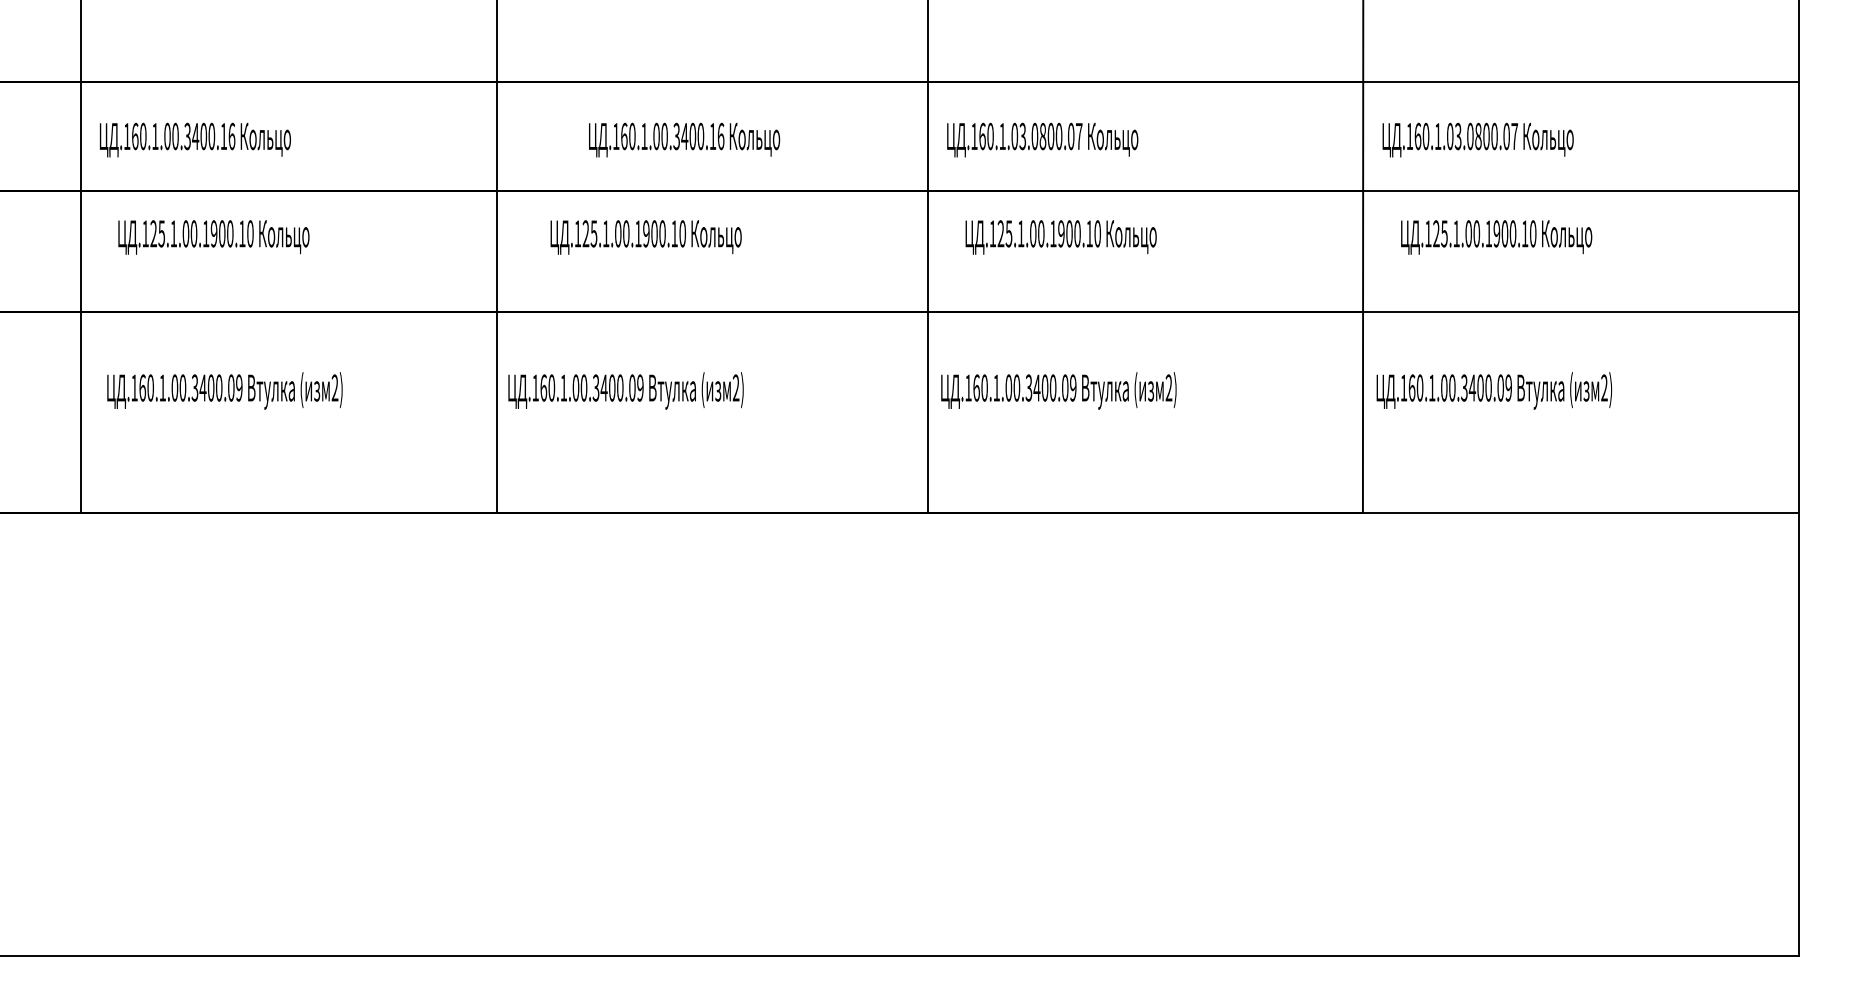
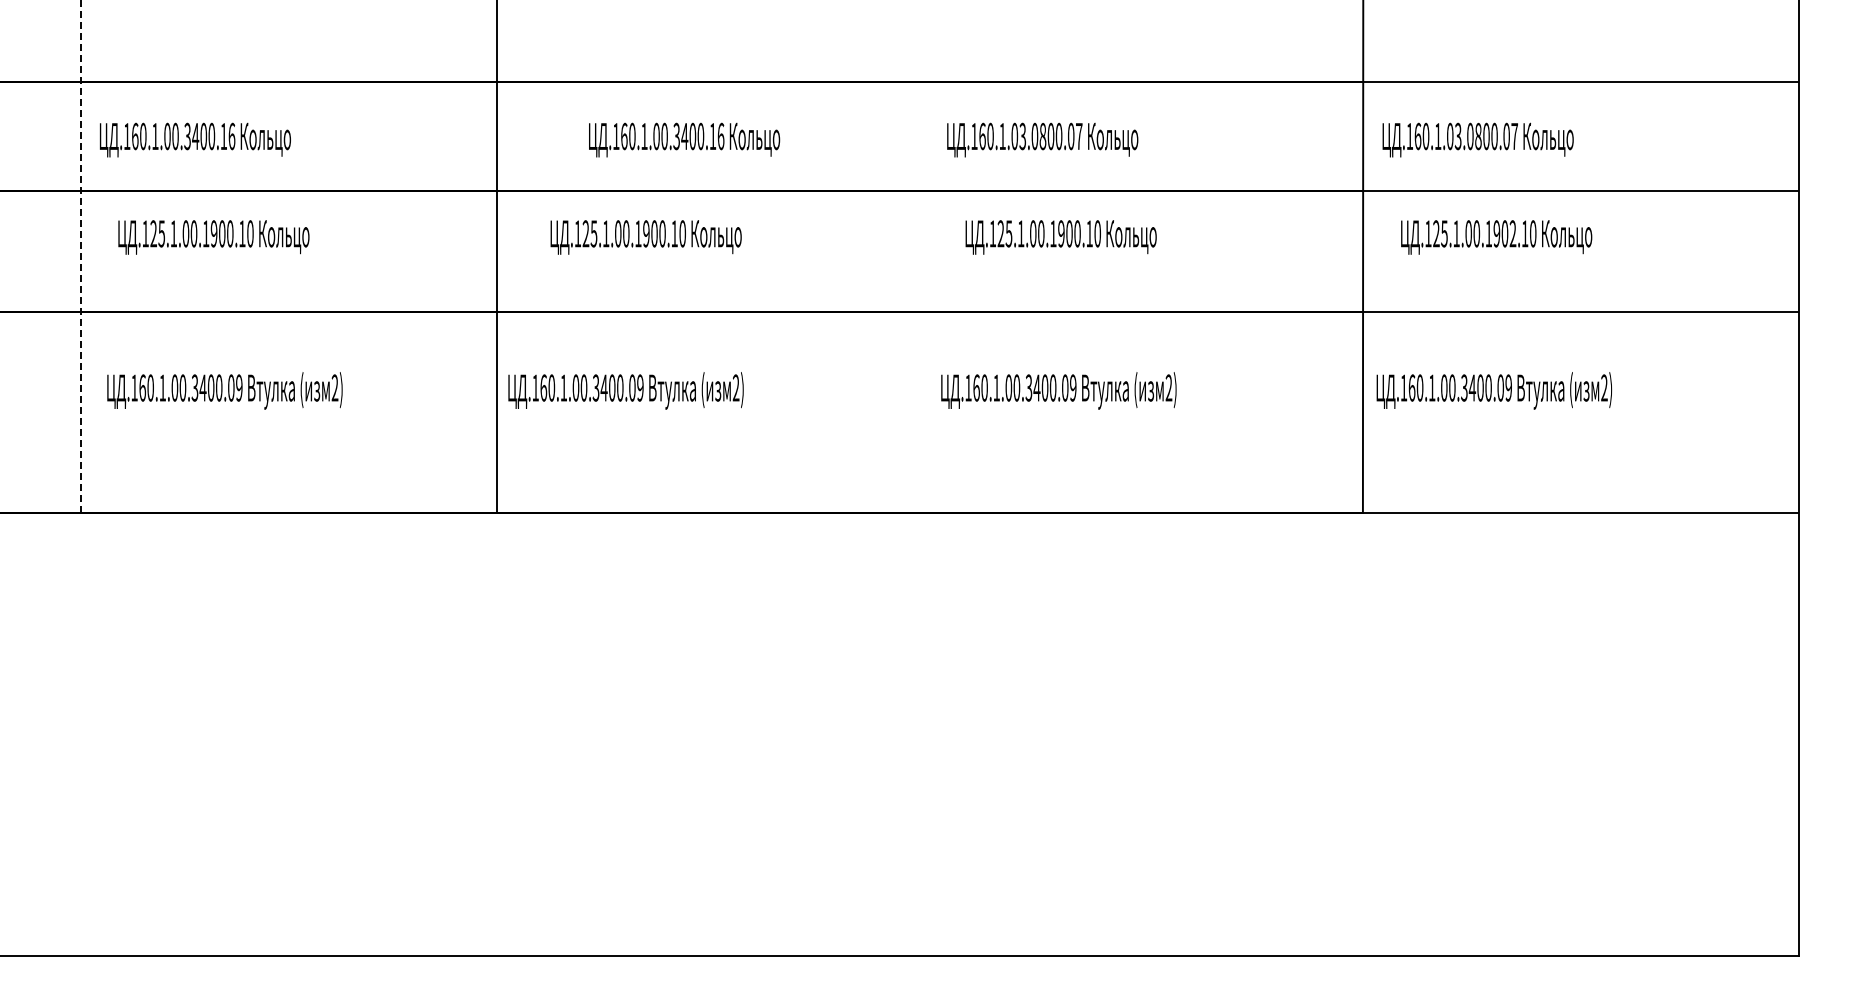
text at (1512, 233): .125.1.00.1900.10 -> .125.1.00.1902.10
line at (81, 255): solid -> dashed
line at (928, 257): present -> none
